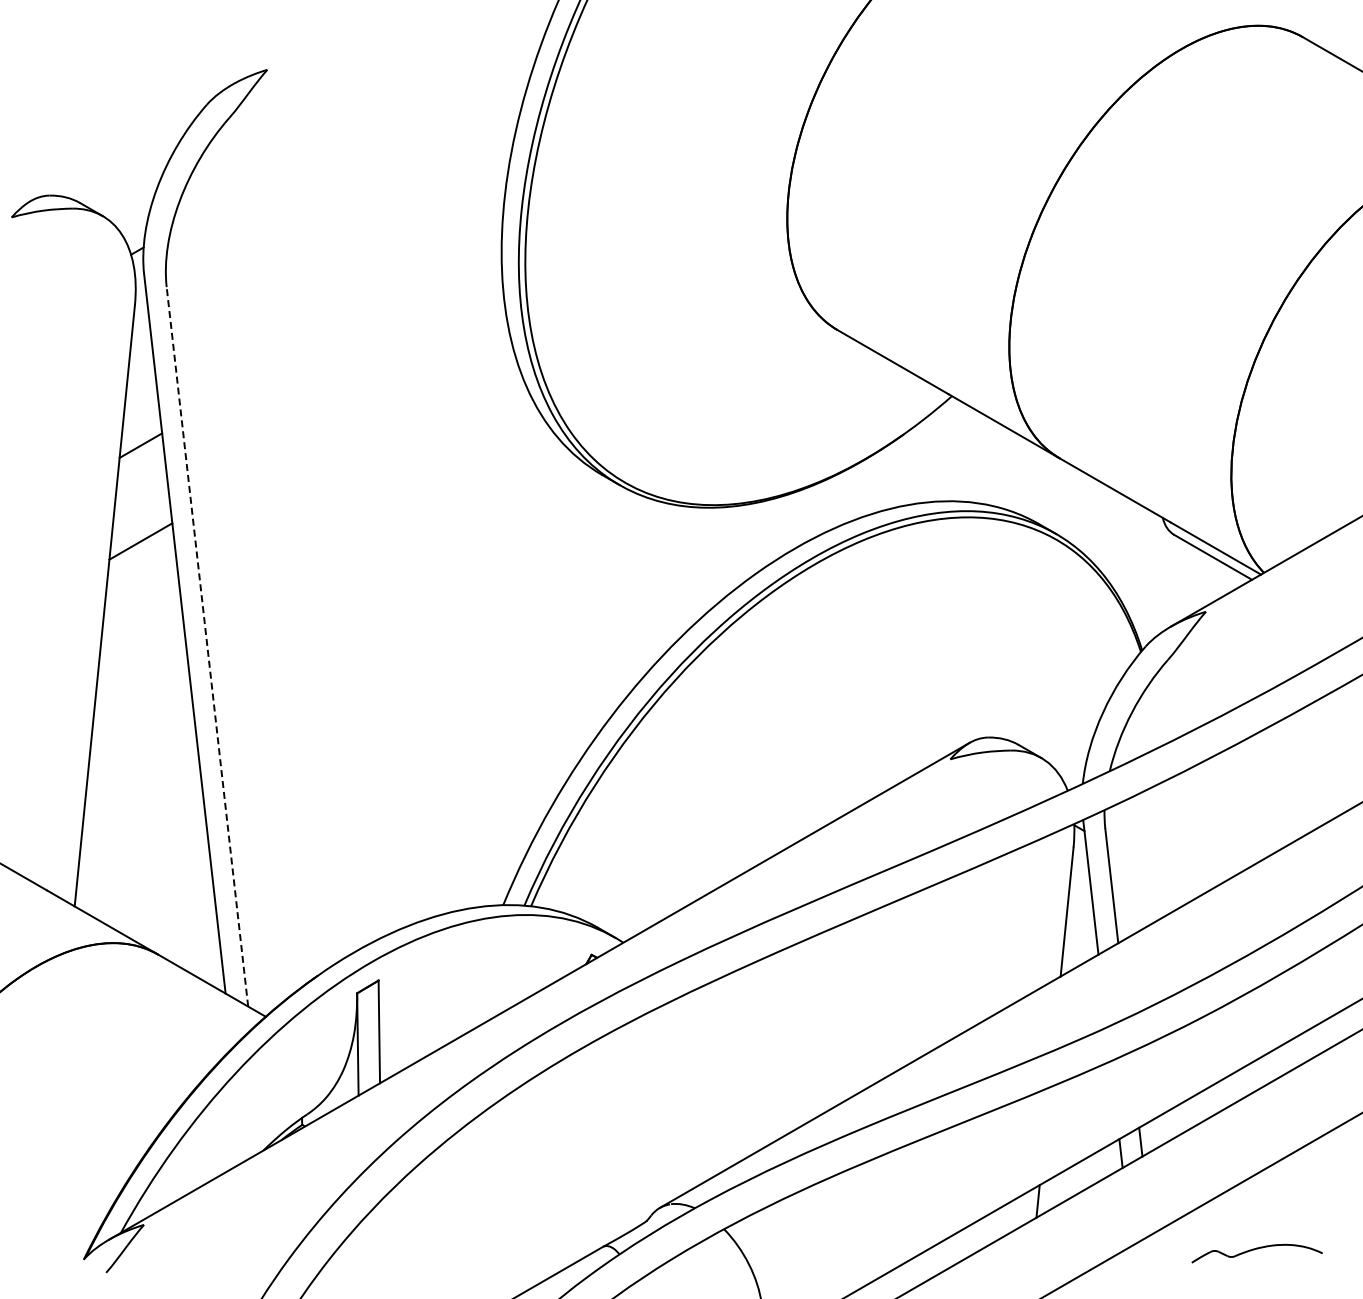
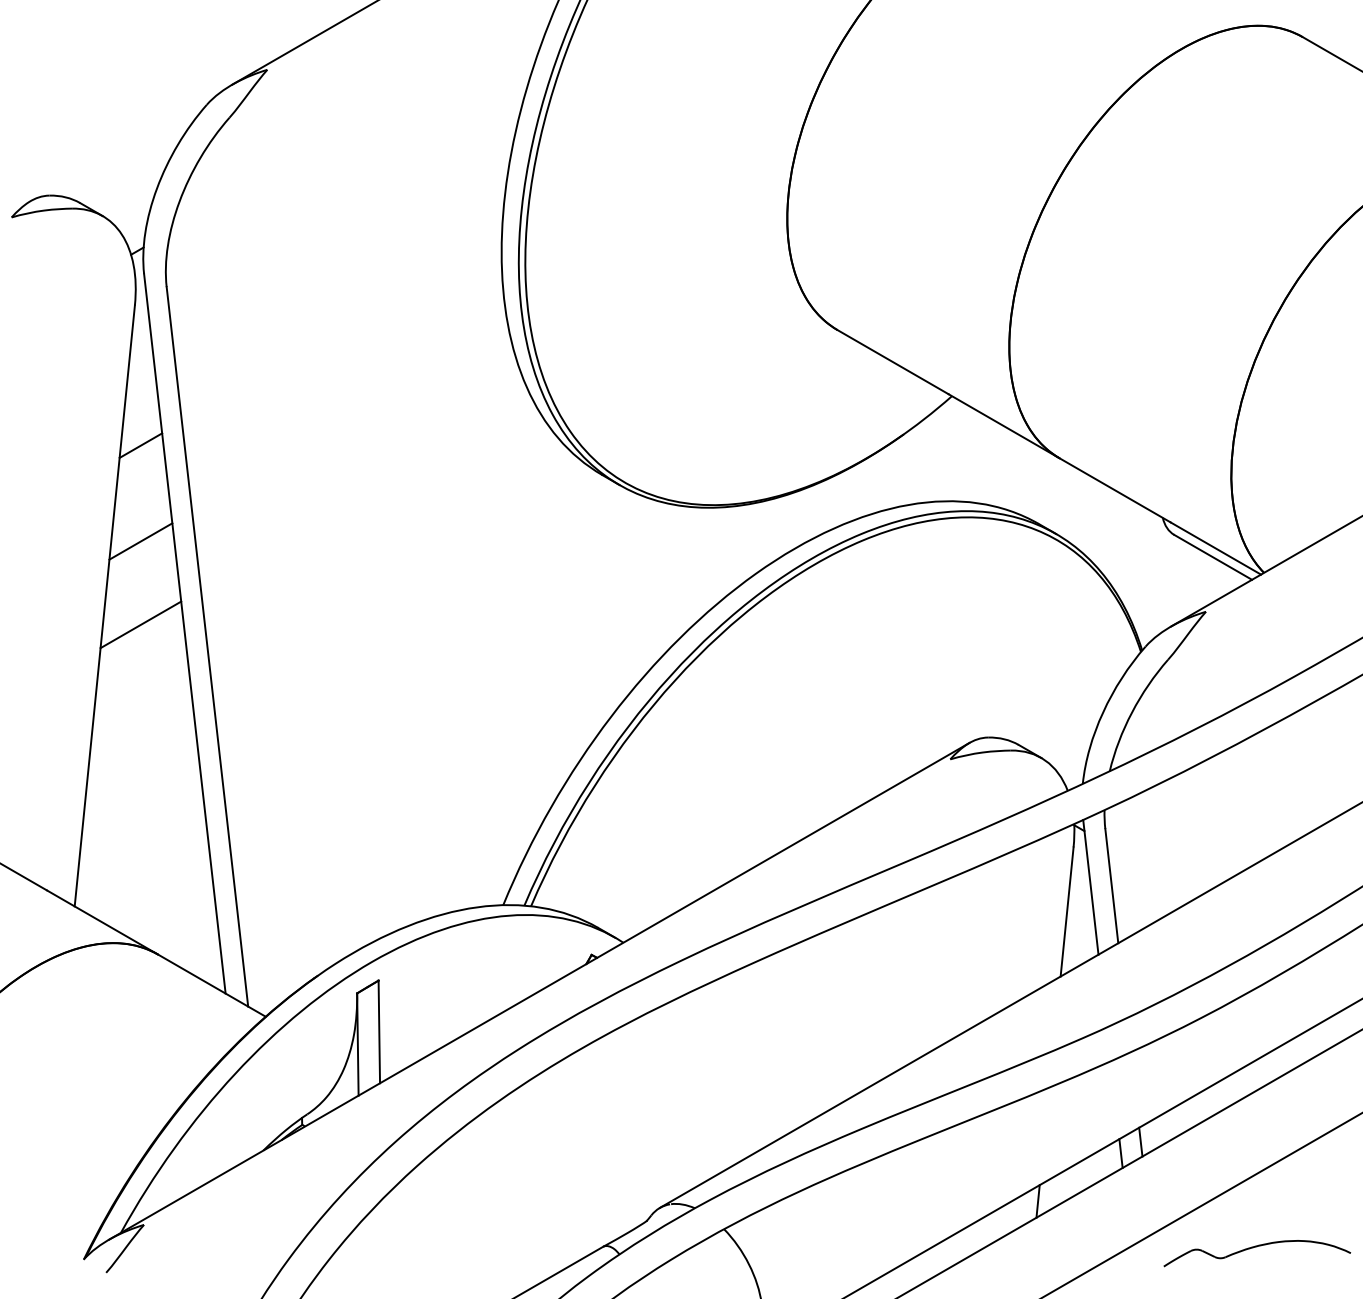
line at (303, 43): none -> present
line at (140, 624): none -> present
line at (207, 646): dashed -> solid
part at (1256, 1253) size: 132x21 px -> 188x28 px
